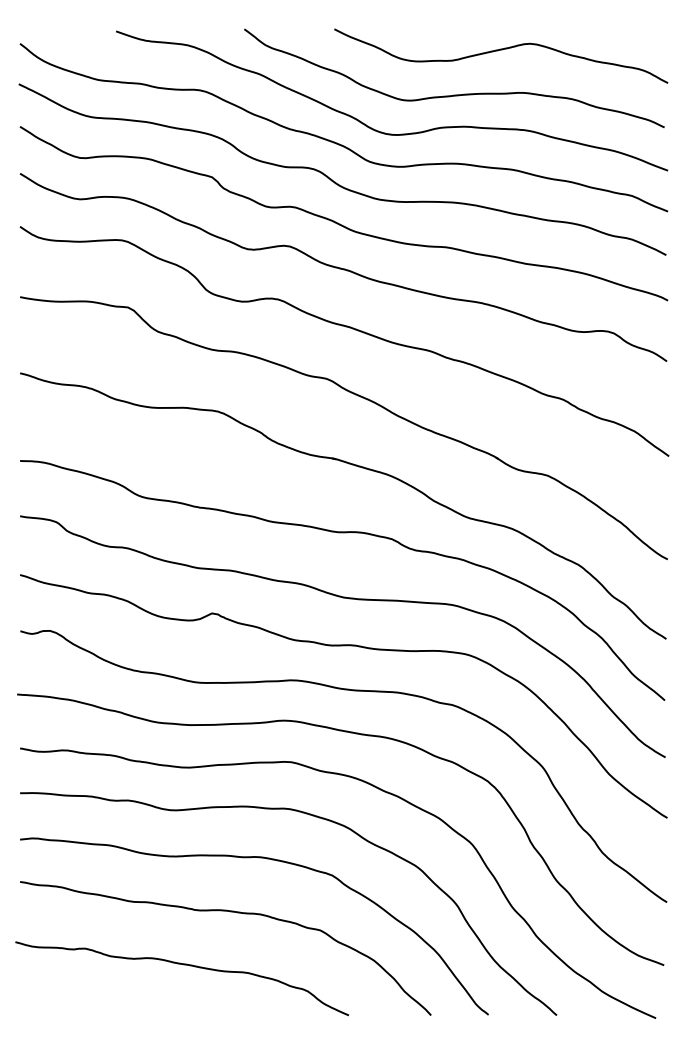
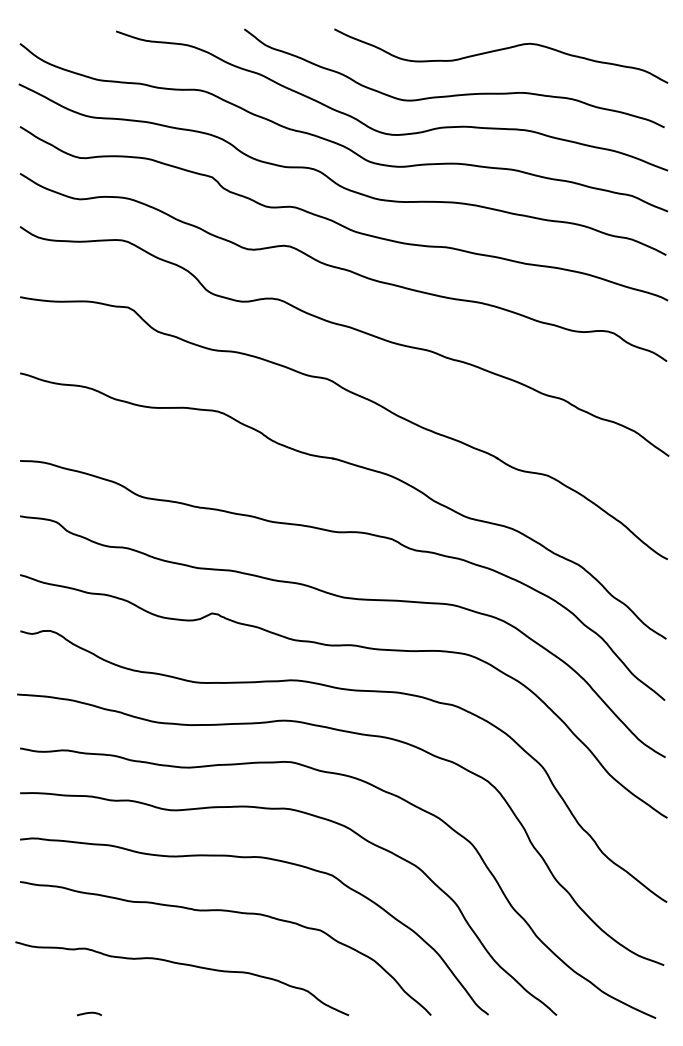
curve at (88, 1013): none -> present
